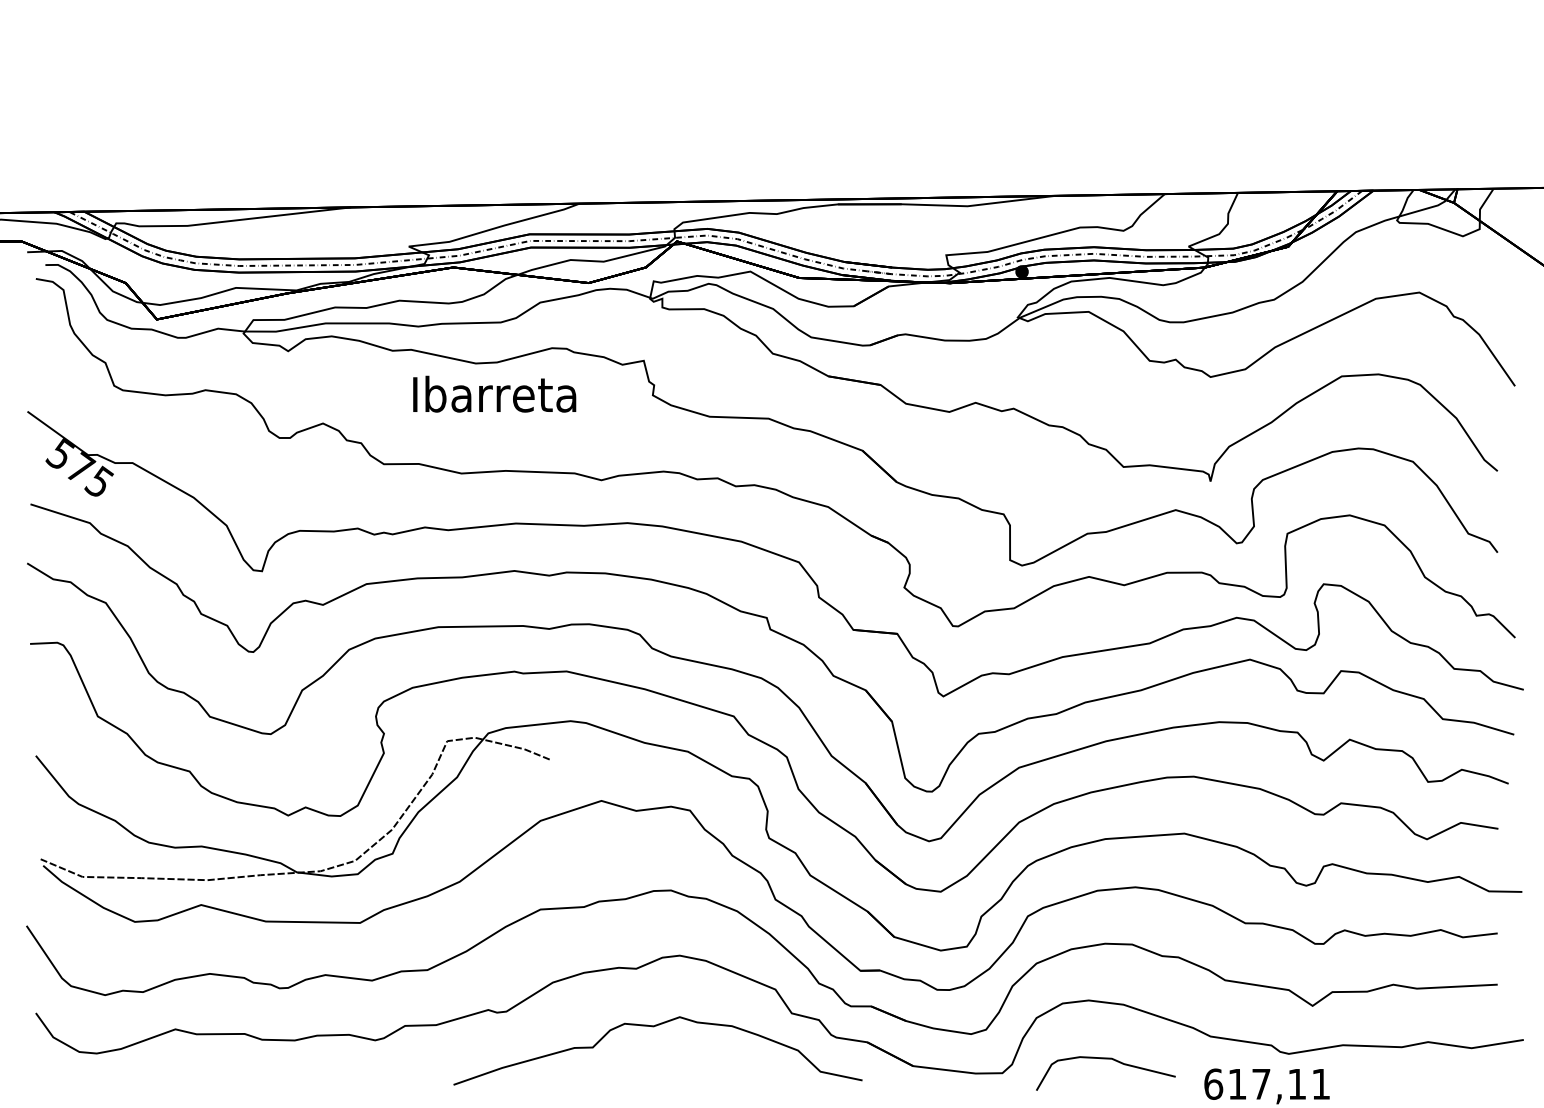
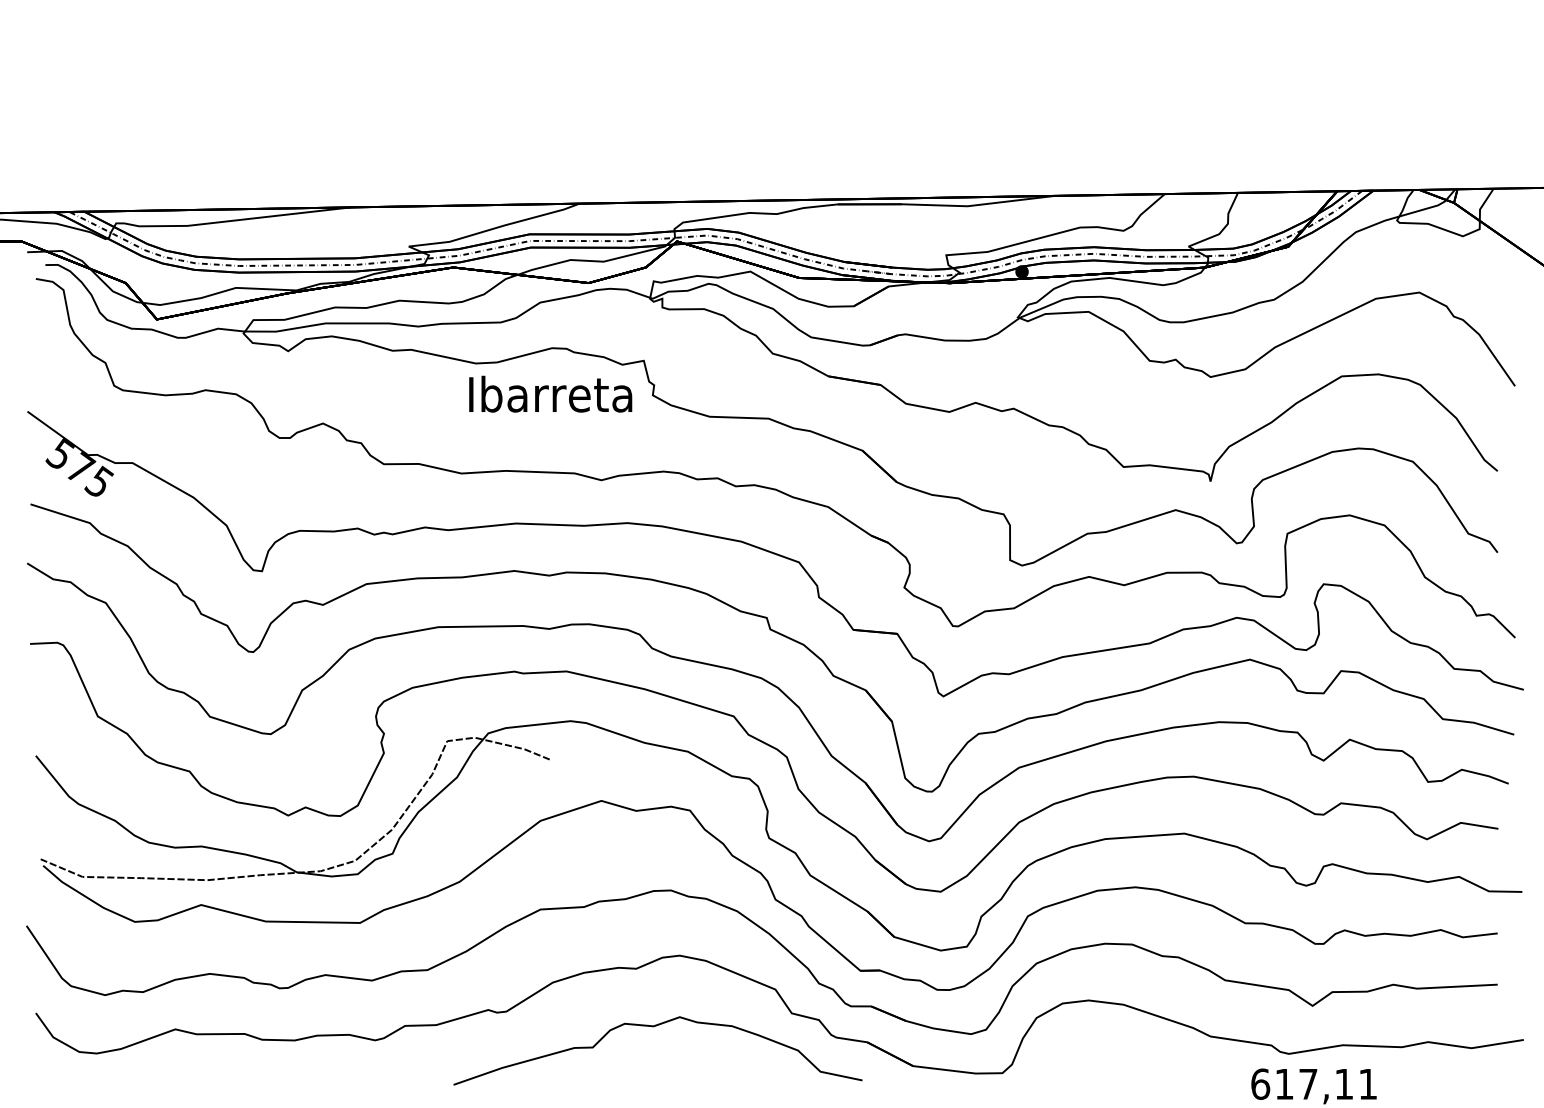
text at (494, 393) position: (494, 393) -> (550, 393)
curve at (1105, 1059): present -> none
text at (1266, 1086) position: (1266, 1086) -> (1313, 1086)
